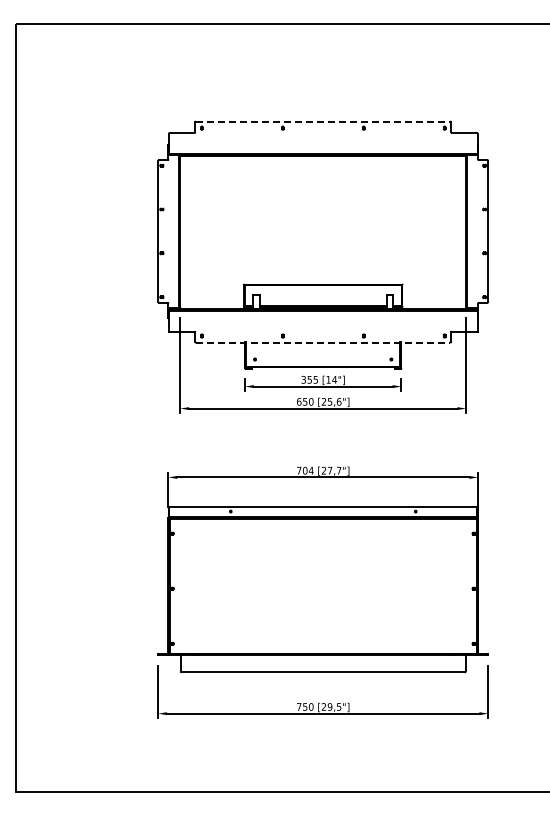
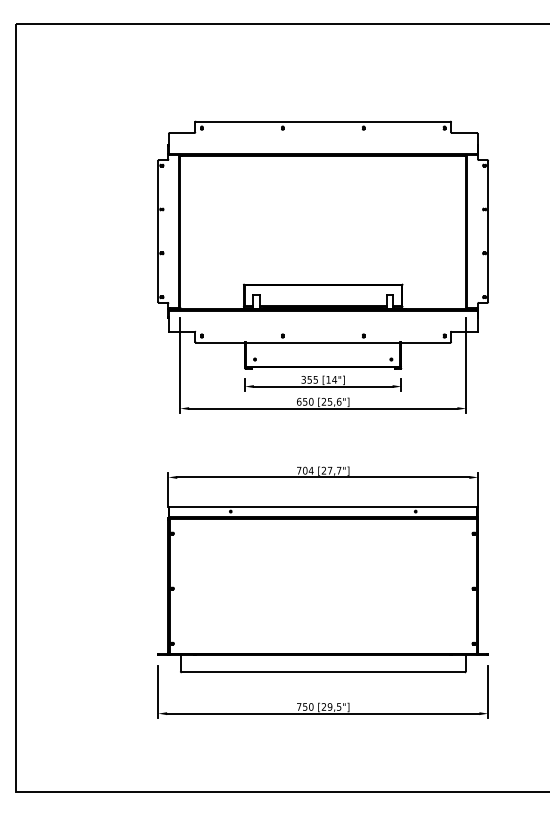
line at (323, 121): dashed -> solid
line at (323, 342): dashed -> solid
